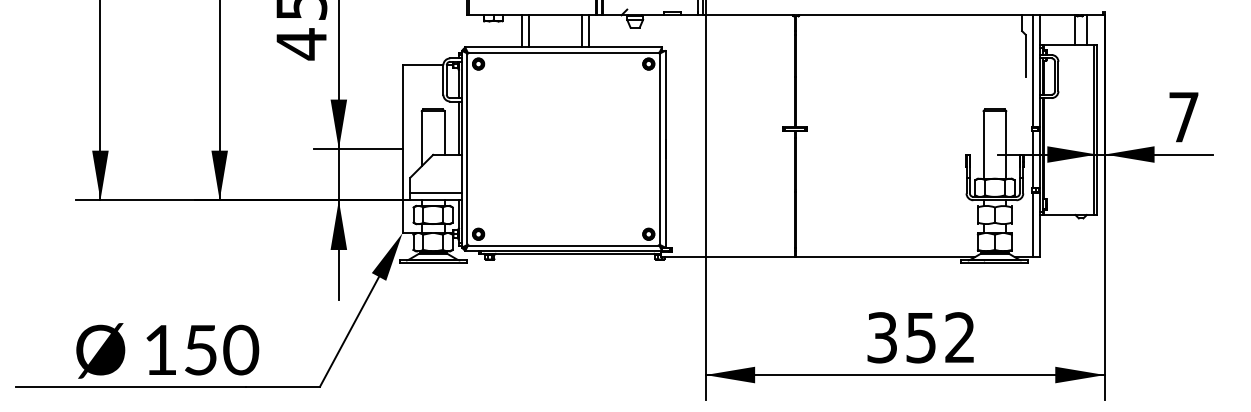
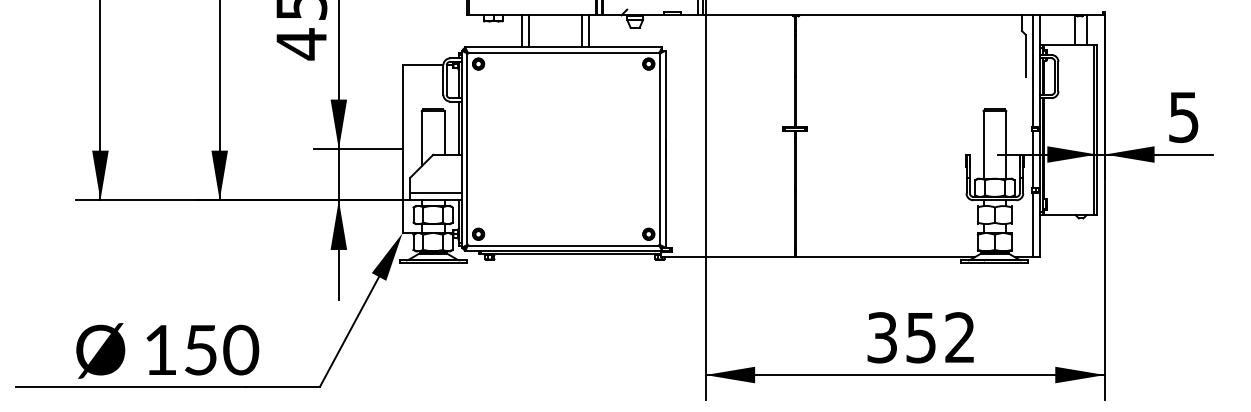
text at (1183, 117): 7 -> 5
